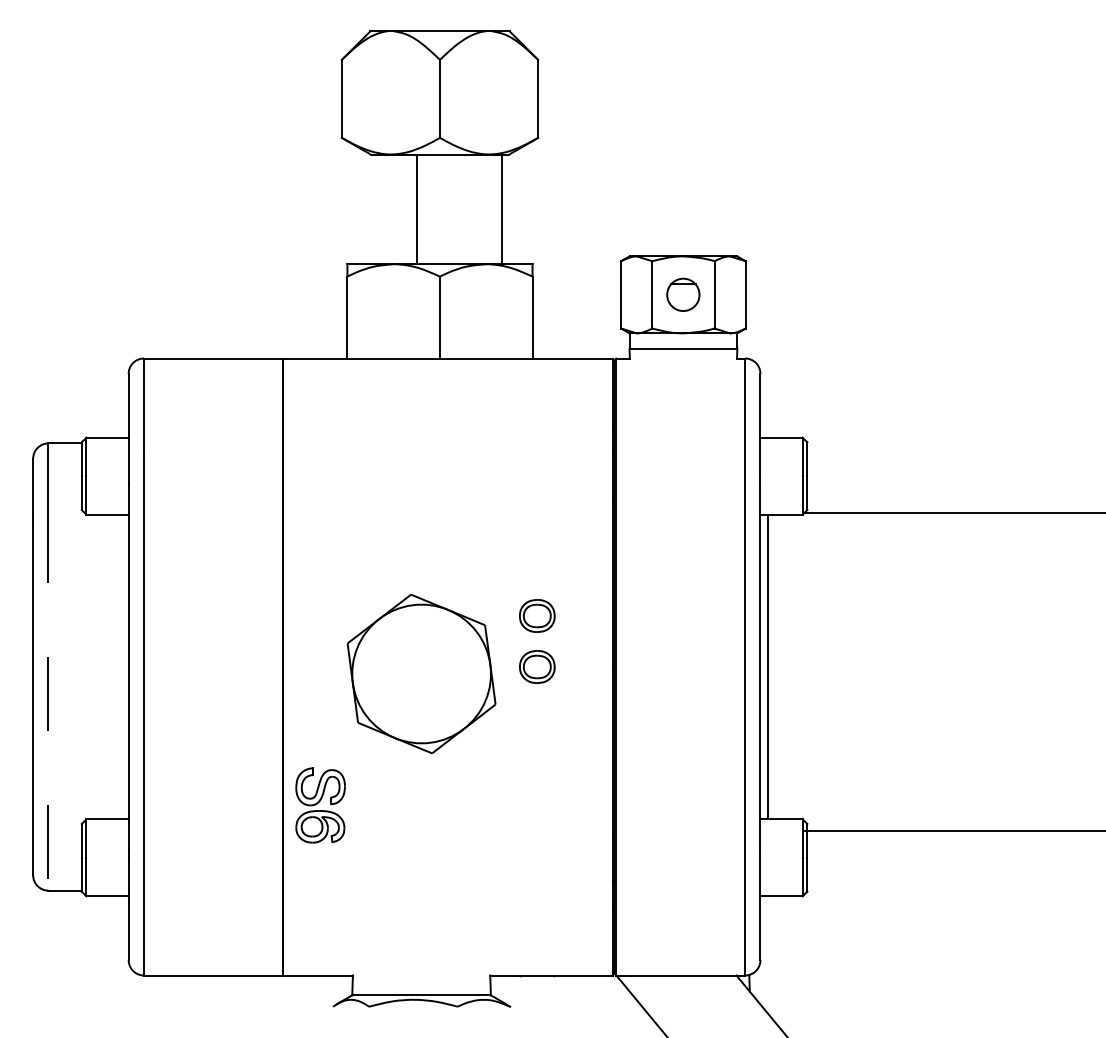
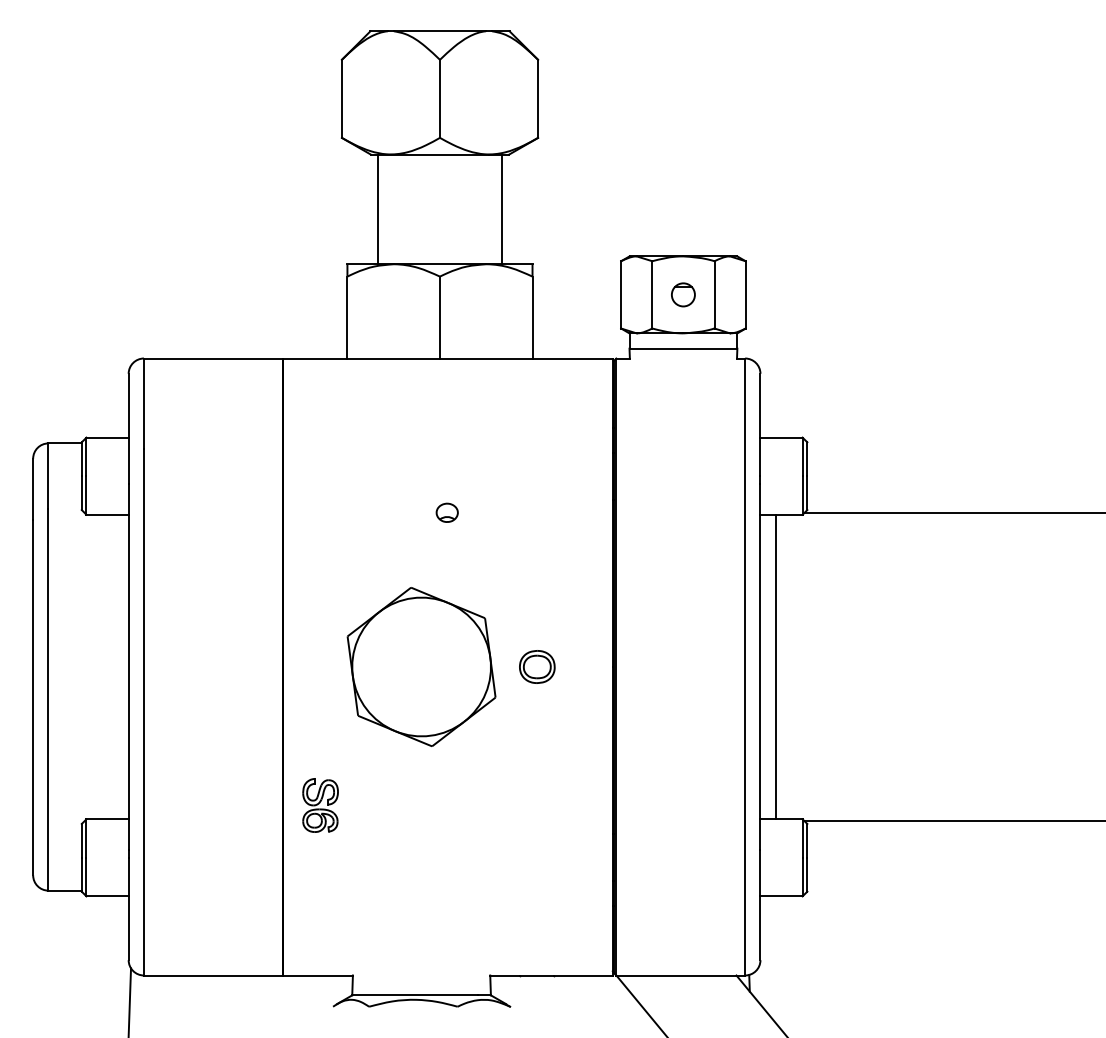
line at (417, 209) position: (417, 209) -> (378, 209)
part at (683, 294) size: 35x35 px -> 25x26 px
part at (446, 512): none -> present
part at (537, 615): present -> none
line at (767, 666) position: (767, 666) -> (775, 666)
part at (421, 673) position: (421, 673) -> (421, 666)
line at (48, 699): dashed -> solid
part at (320, 805) size: 51x77 px -> 37x55 px
line at (953, 831) position: (953, 831) -> (953, 821)
line at (129, 1001): none -> present
